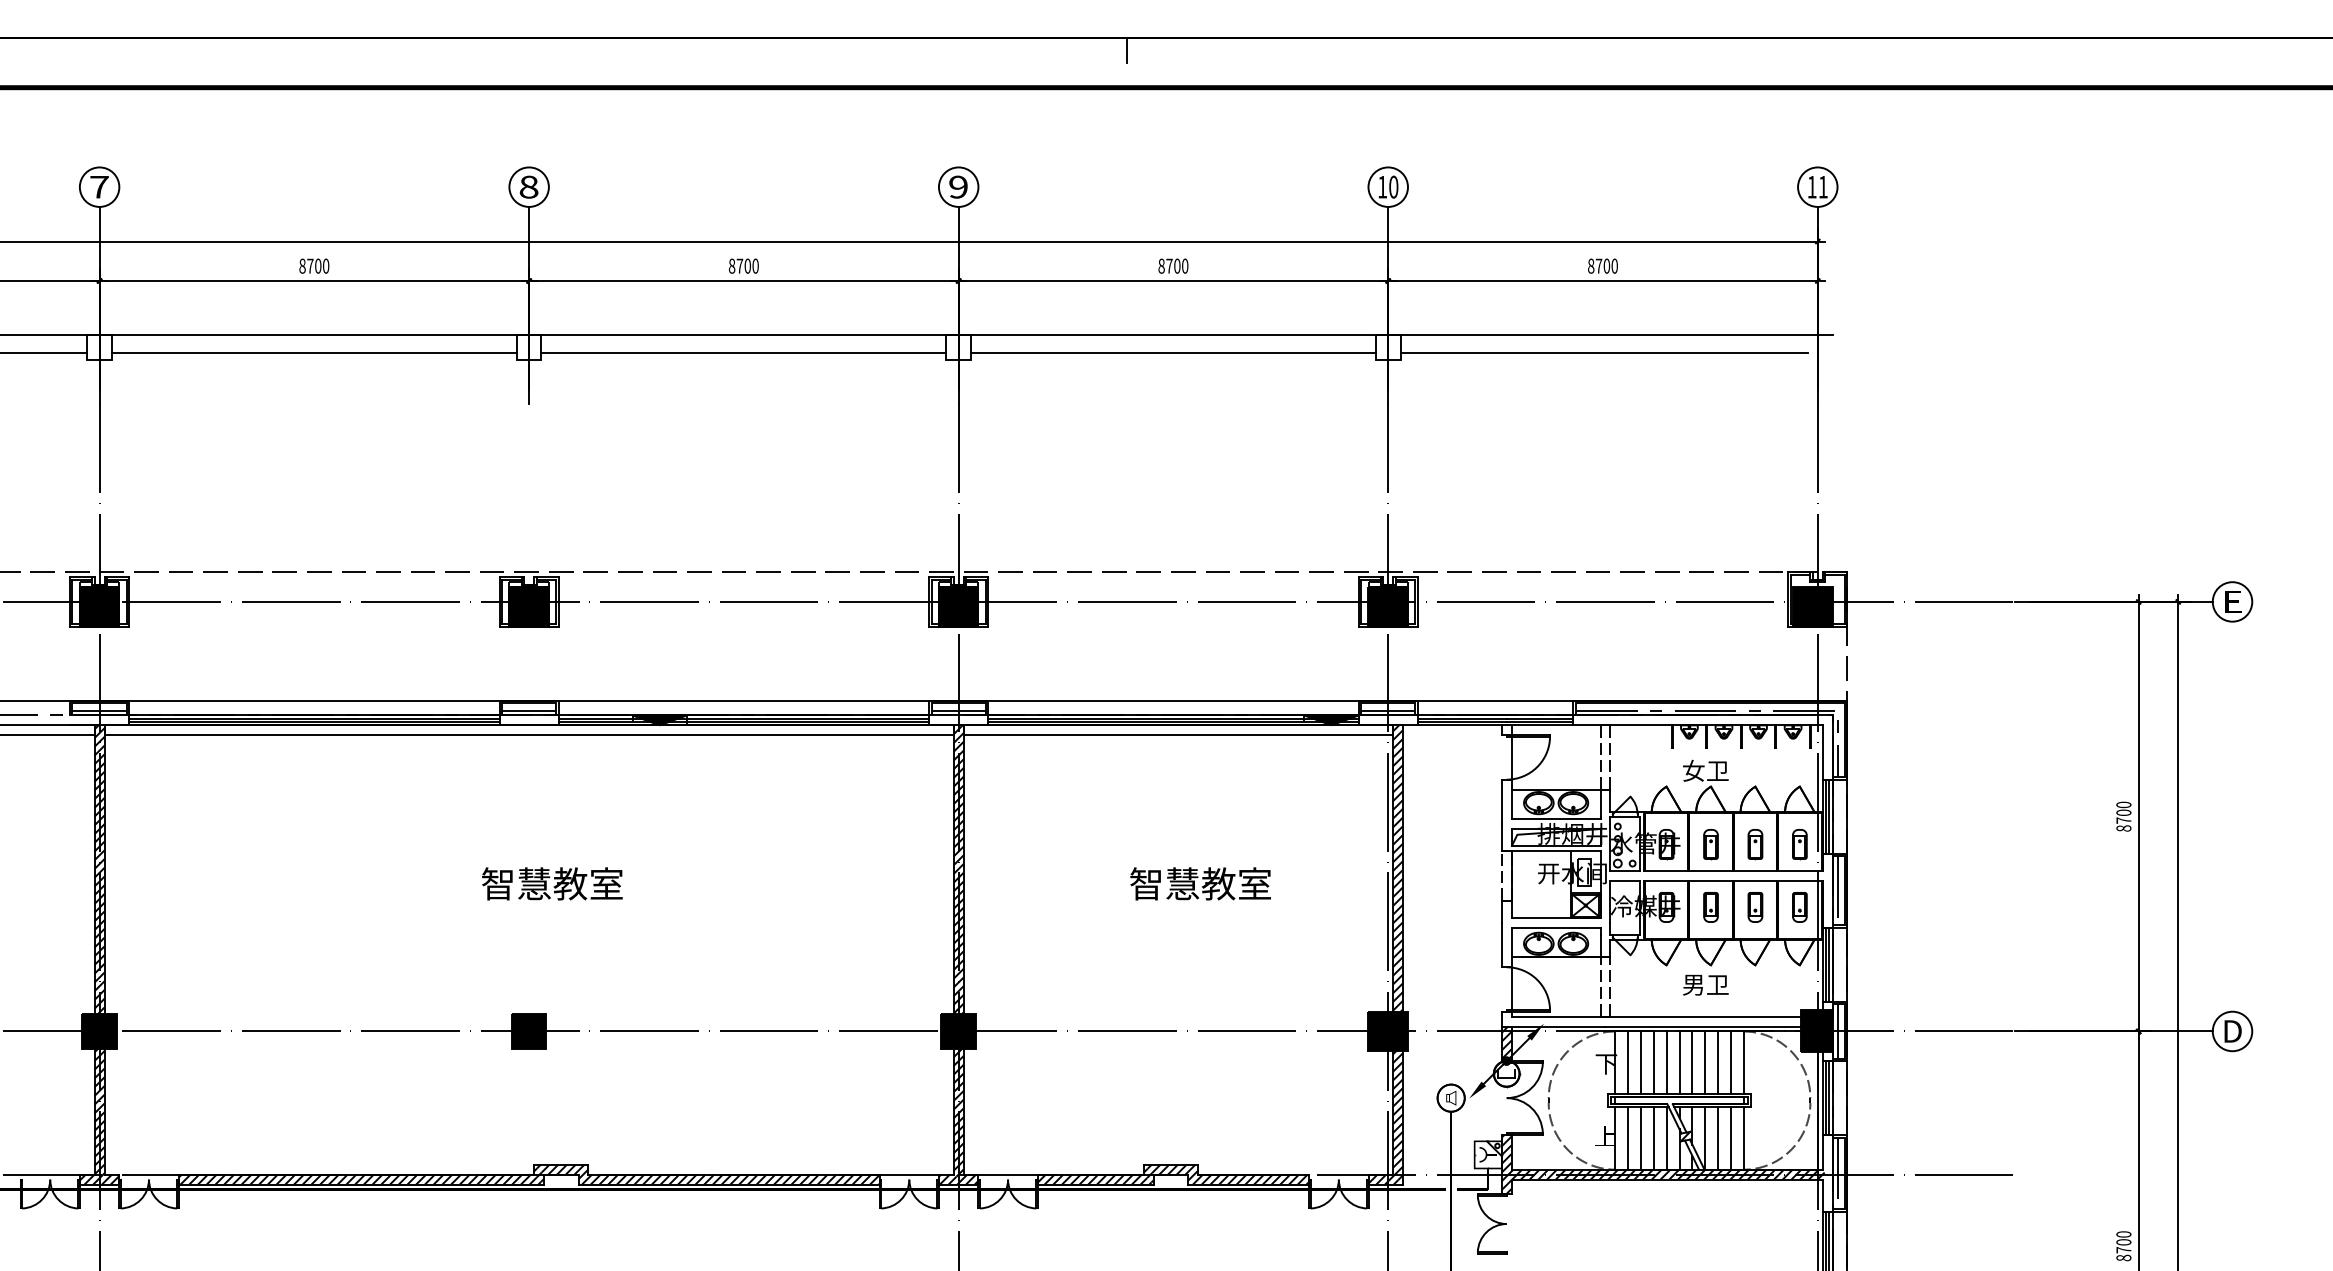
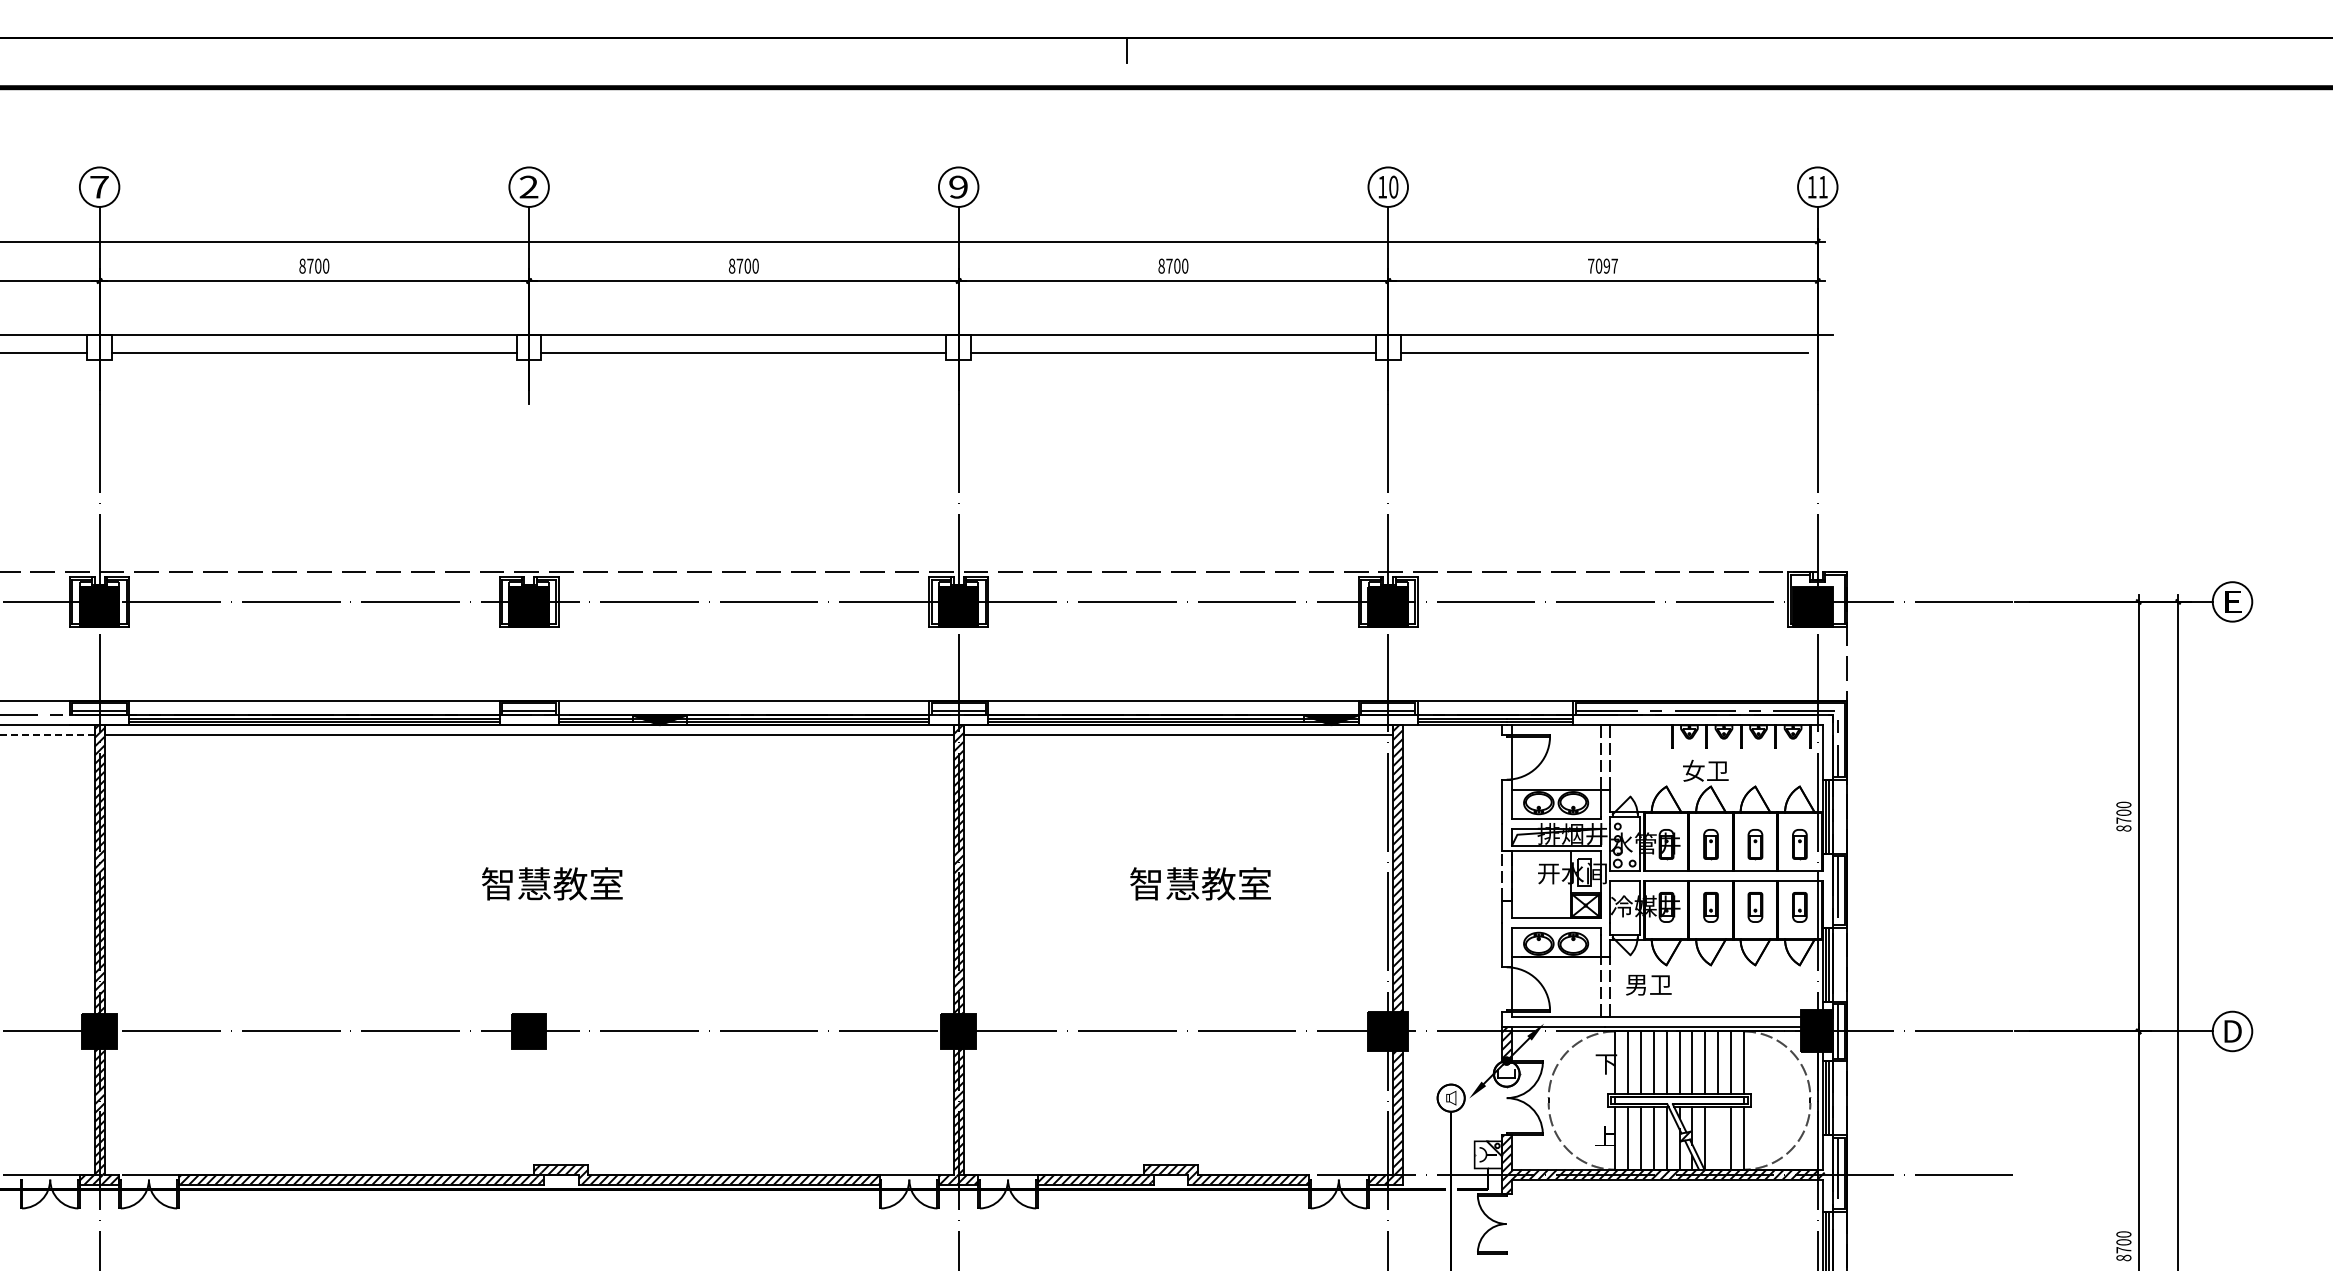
text at (528, 186): 8 -> 2
text at (1602, 265): 8700 -> 7097
line at (47, 735): solid -> dashed
text at (1705, 985) position: (1705, 985) -> (1648, 985)
line at (1718, 1138): present -> none
